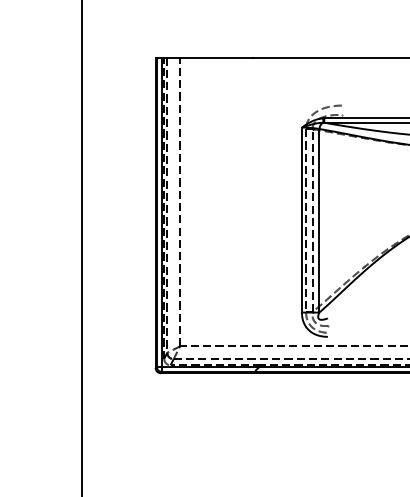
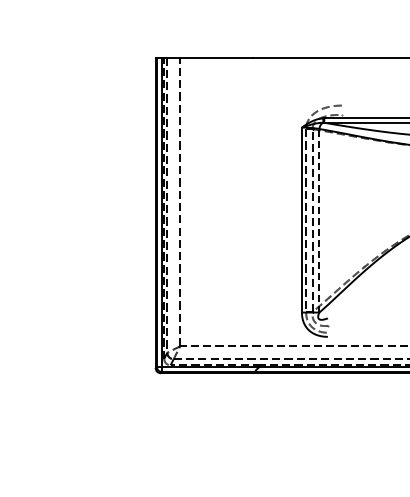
line at (319, 220): solid -> dashed
line at (82, 247): present -> none
